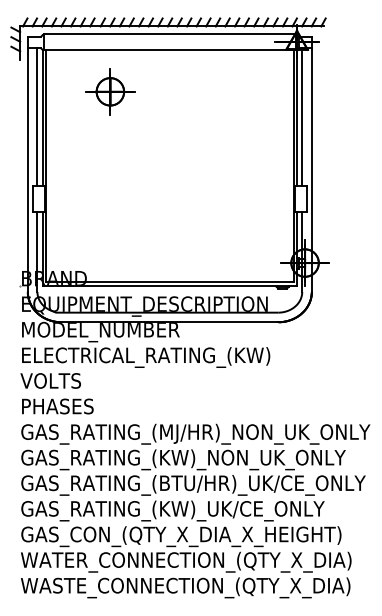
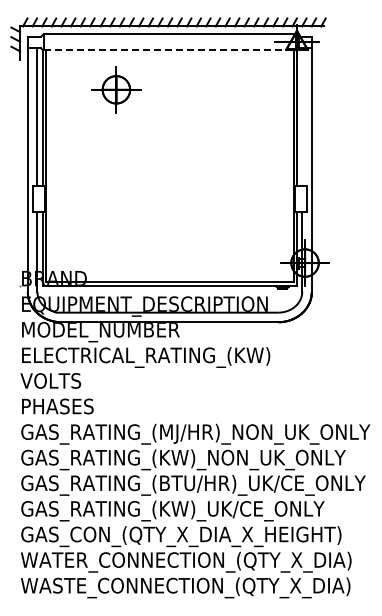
line at (170, 50): solid -> dashed
part at (110, 91) position: (110, 91) -> (116, 89)
line at (302, 117): present -> none
